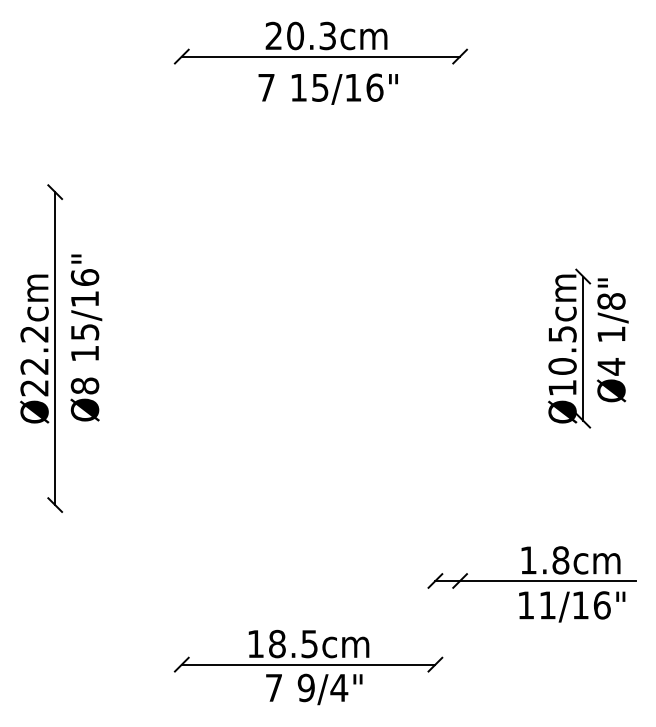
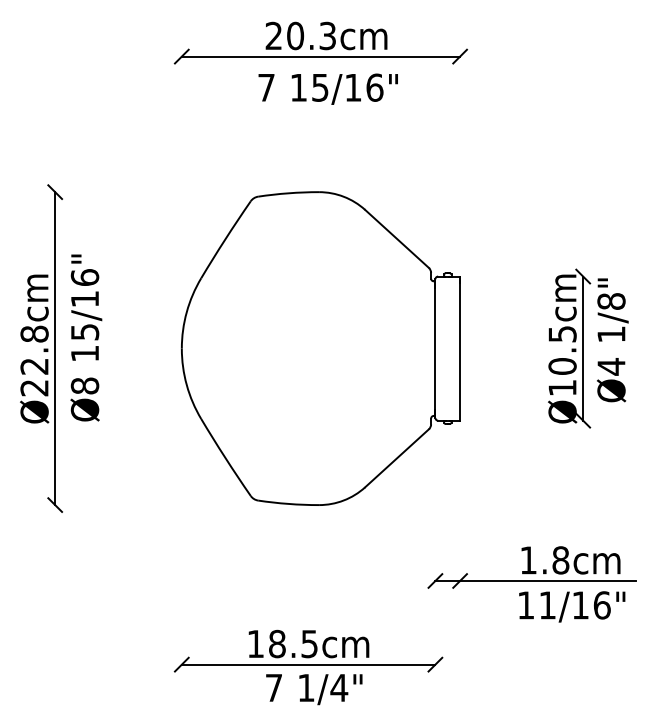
text at (34, 333): Ø22.2cm -> Ø22.8cm
part at (320, 348): none -> present
text at (305, 687): 9/4" -> 1/4"
